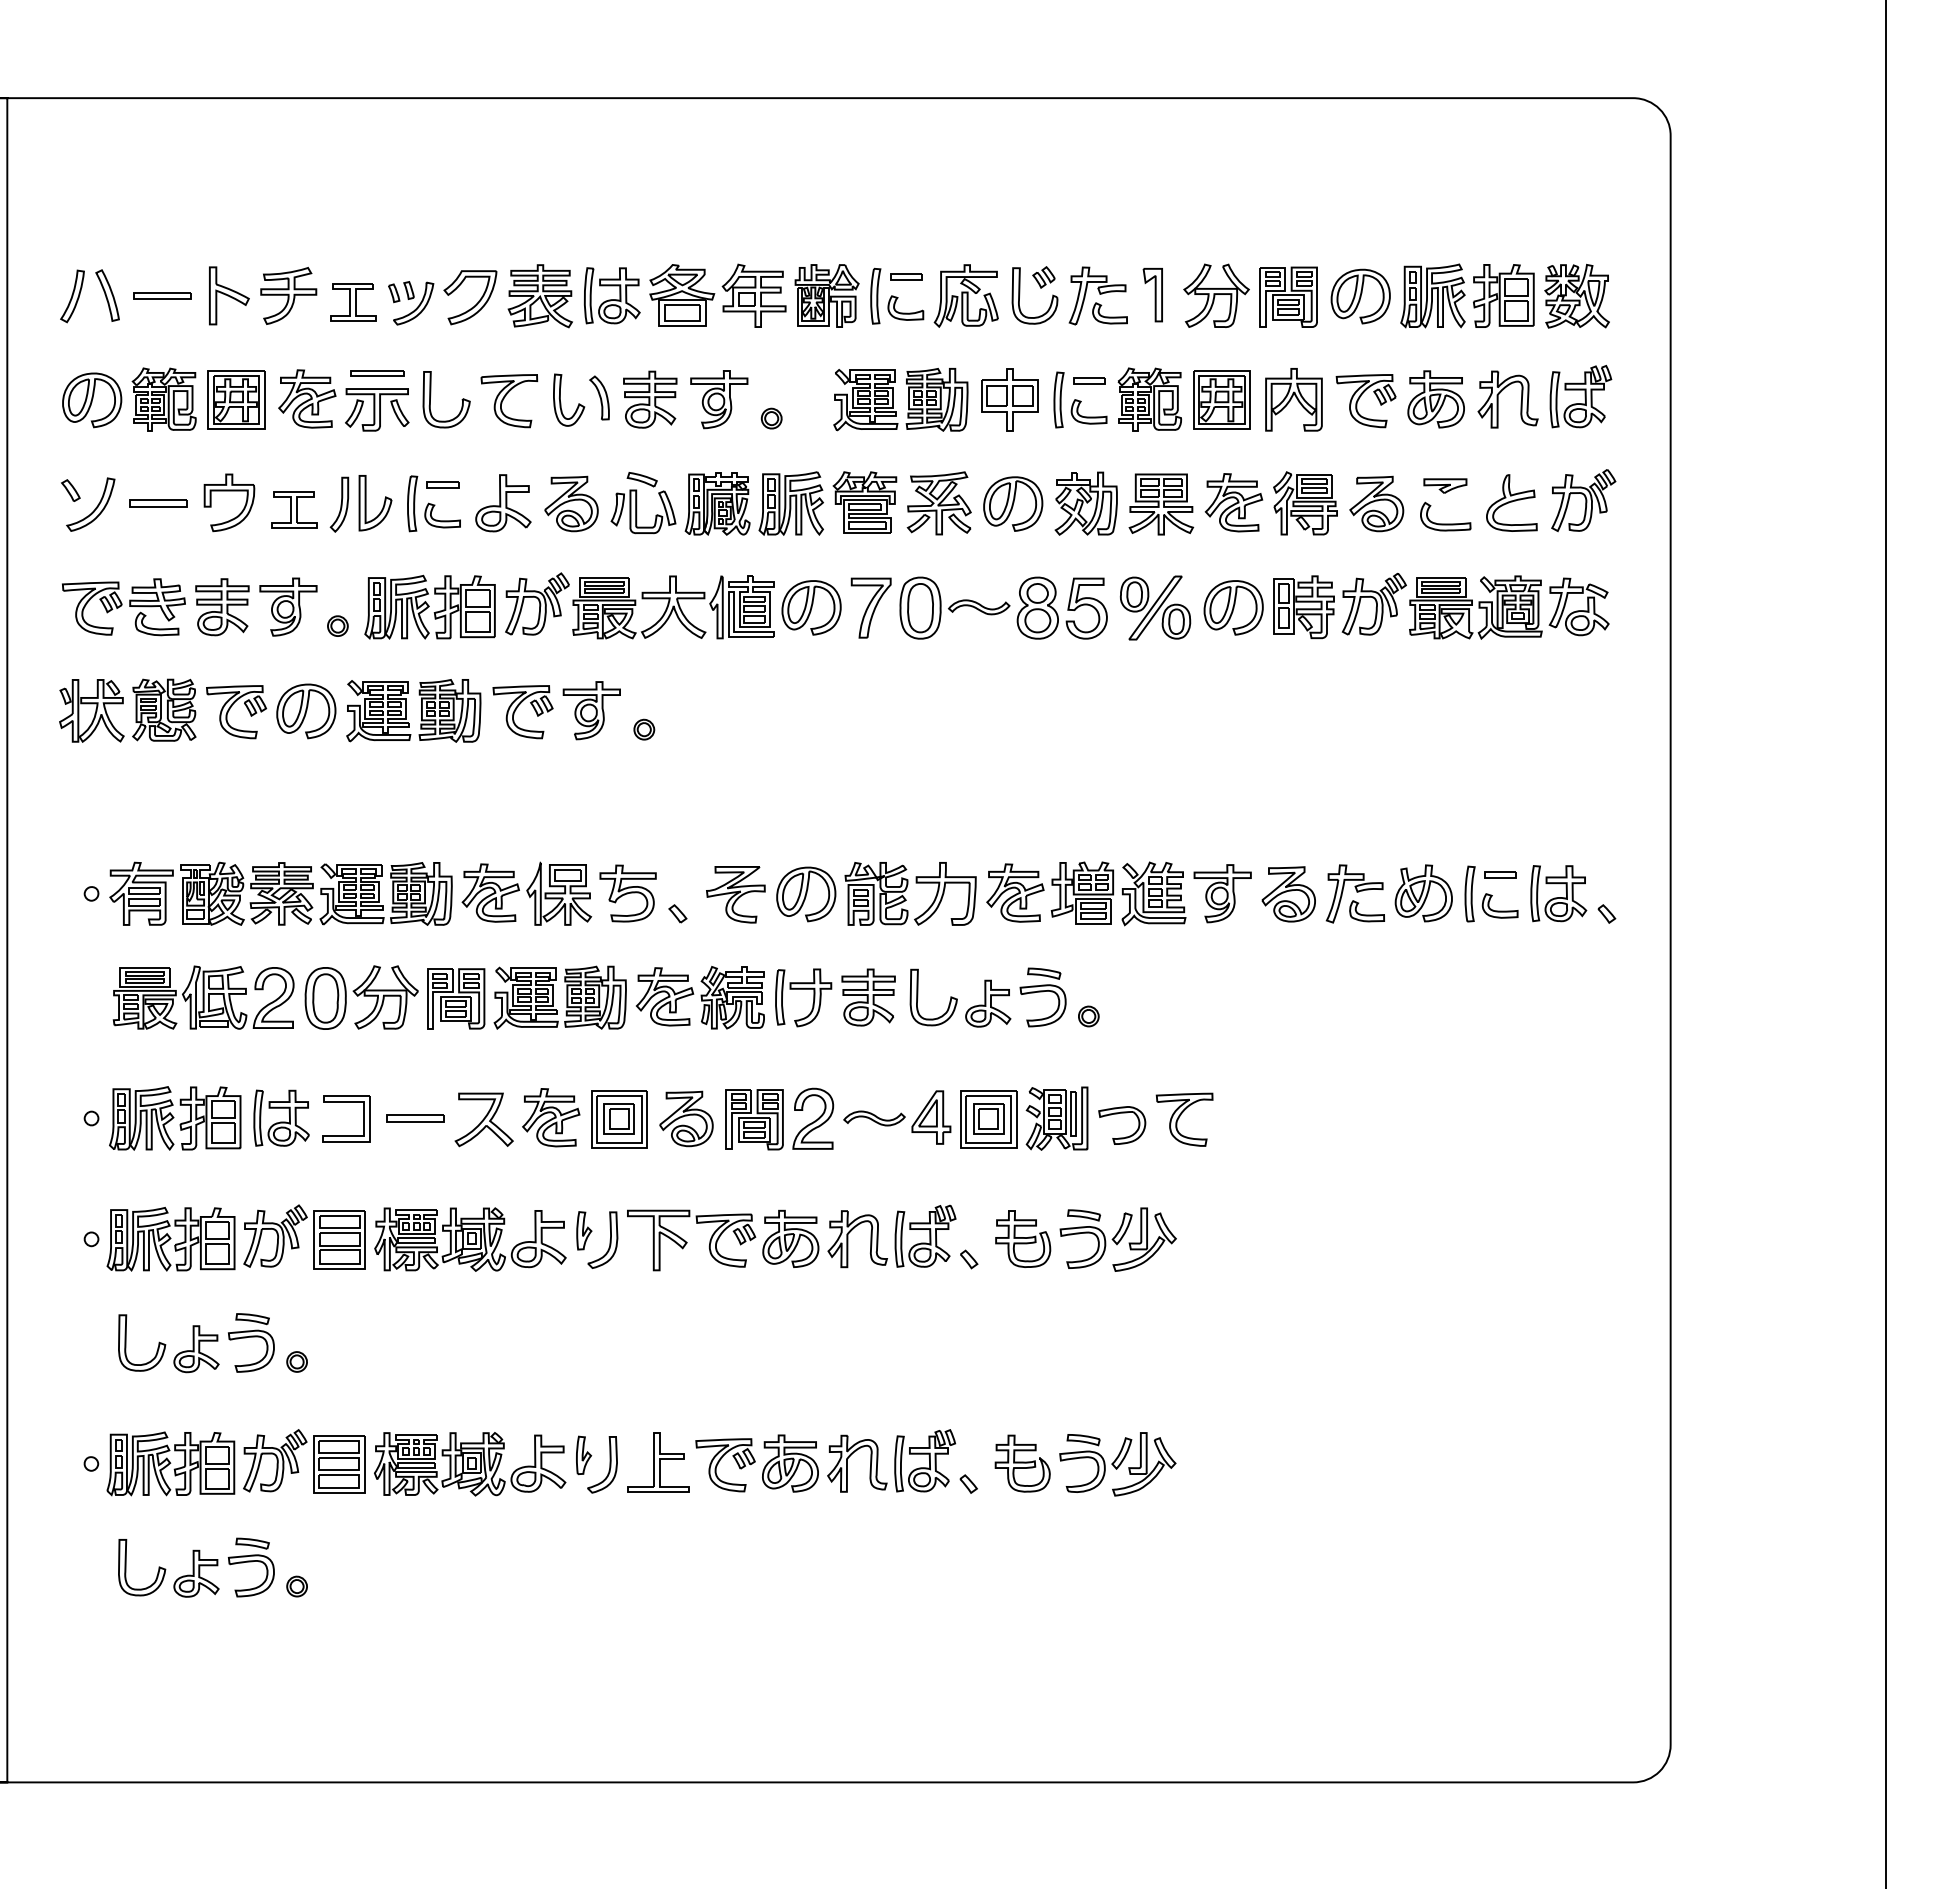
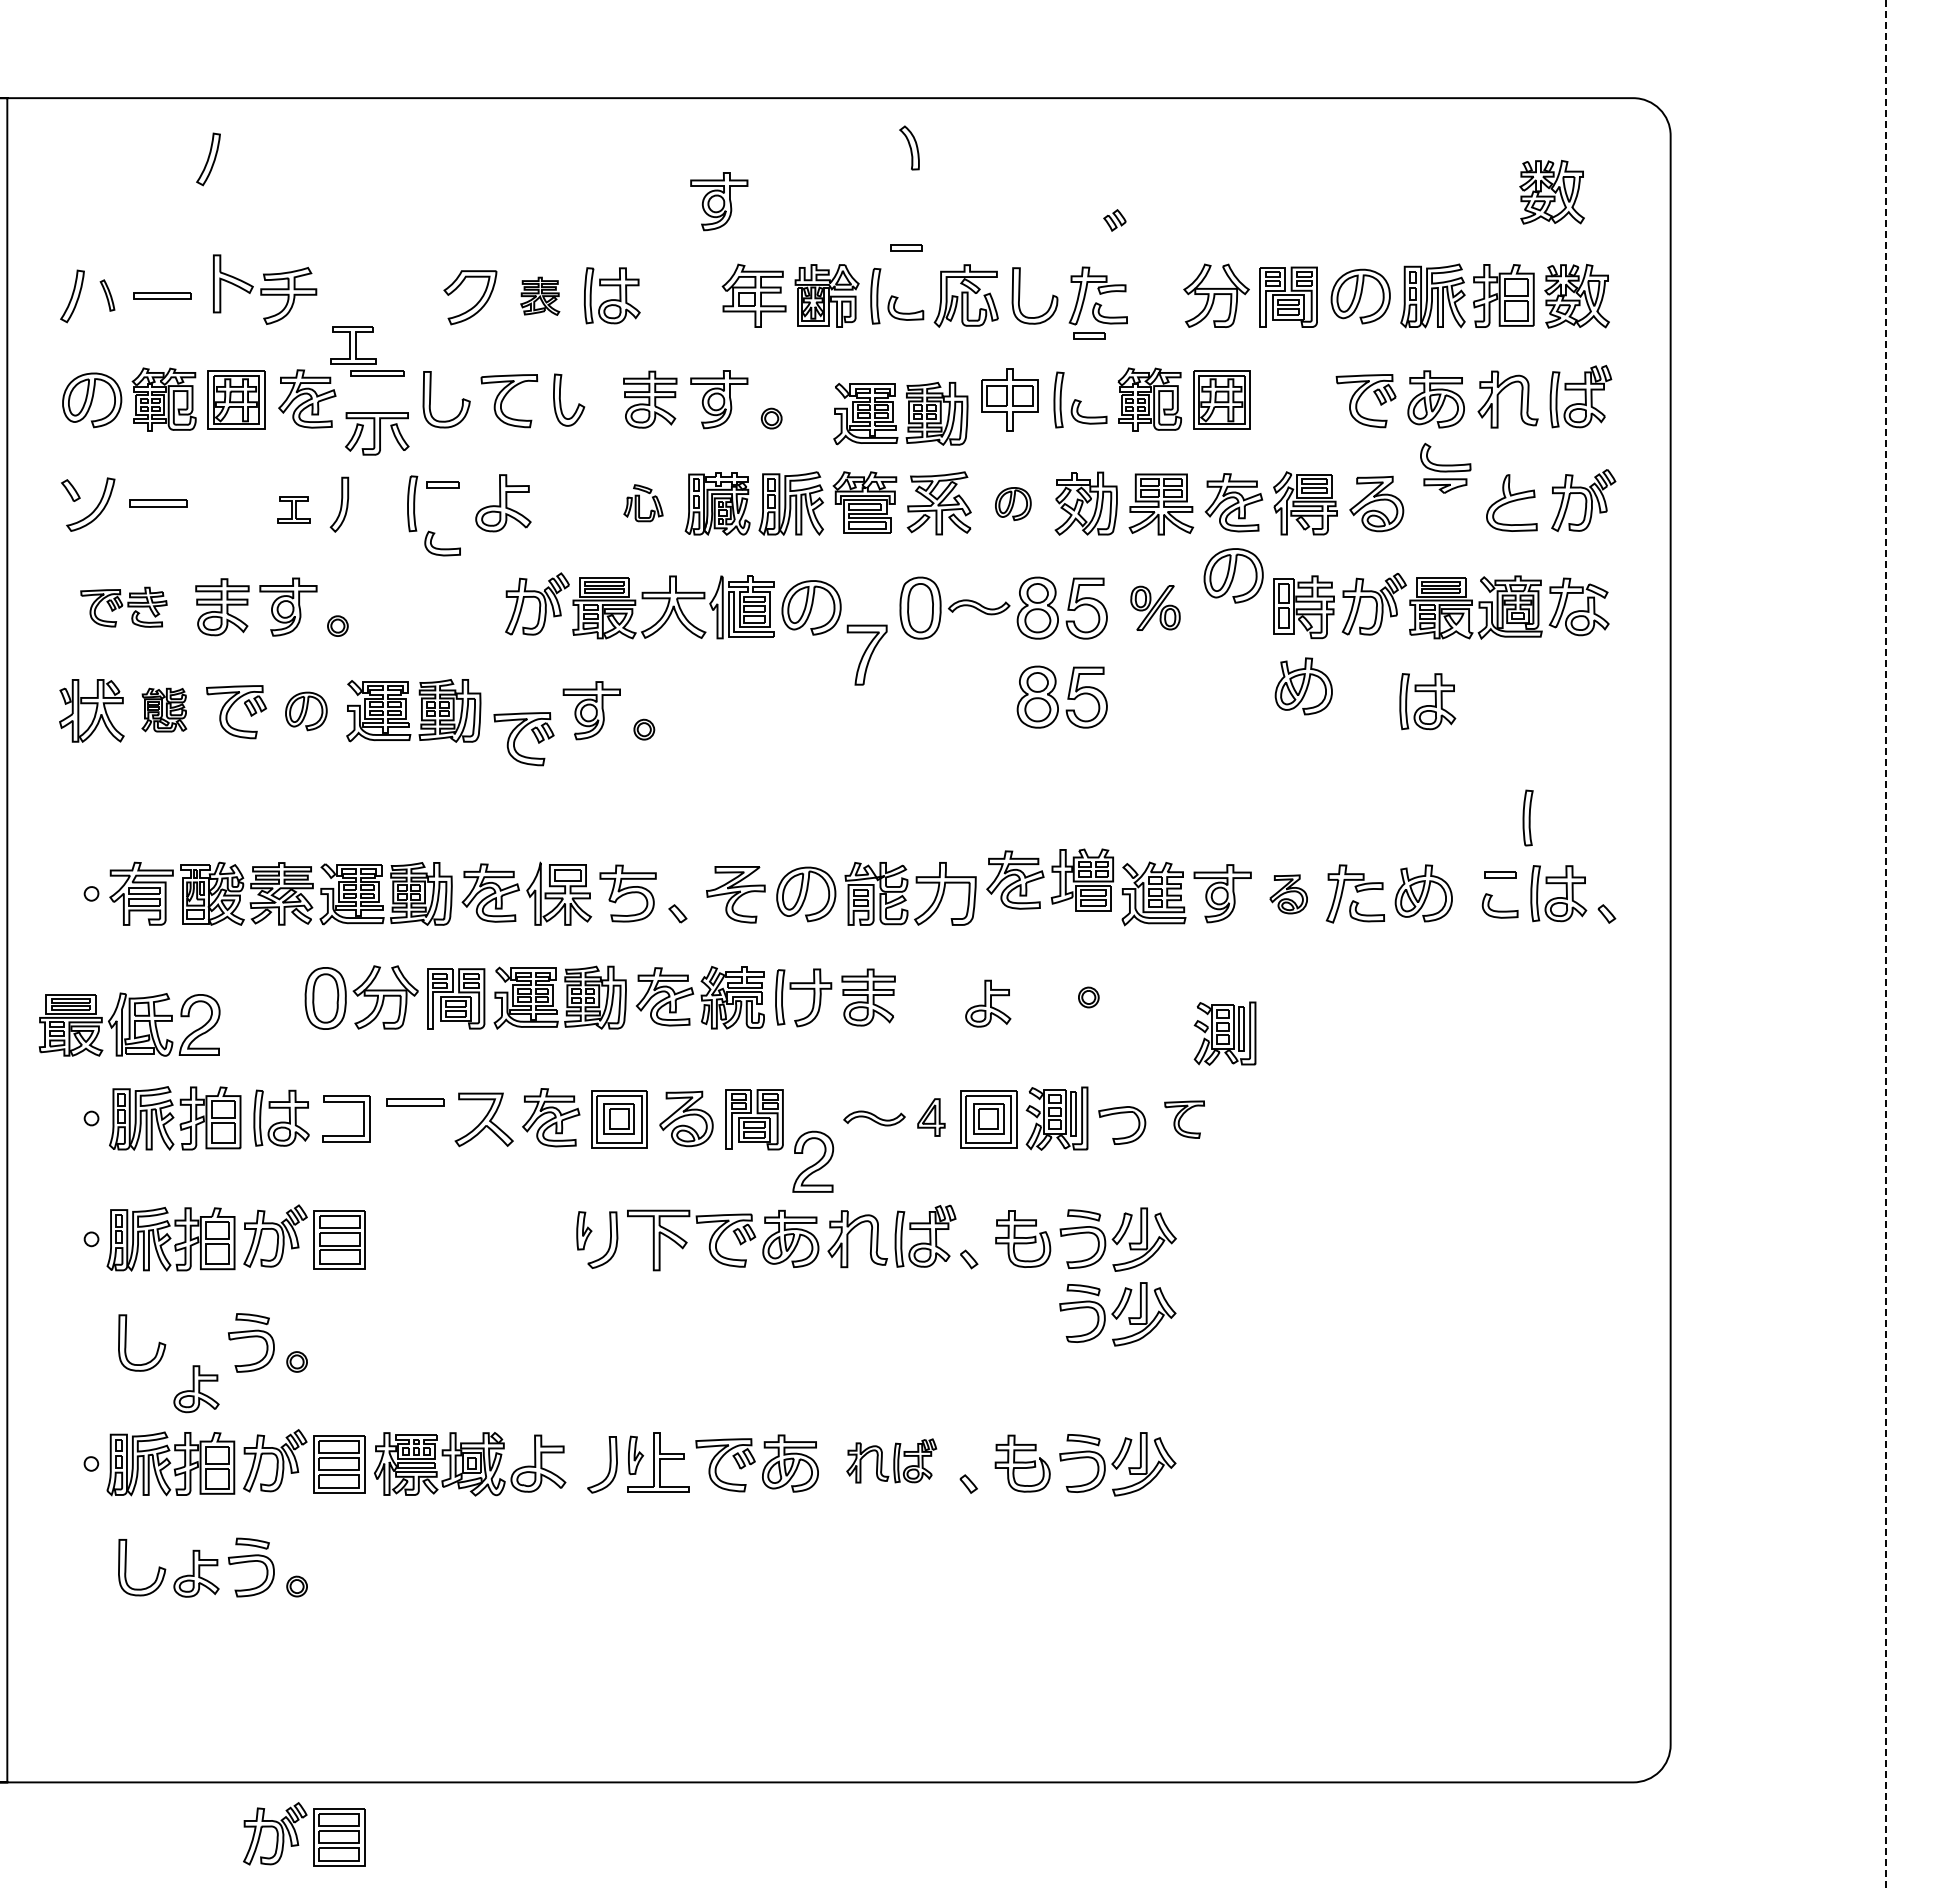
part at (208, 159): none -> present
part at (1551, 191): none -> present
part at (719, 201): none -> present
part at (906, 276) position: (906, 276) -> (906, 247)
part at (1043, 277) position: (1043, 277) -> (1114, 220)
part at (107, 295) size: 25x53 px -> 17x33 px
part at (229, 295) position: (229, 295) -> (233, 283)
part at (682, 295): present -> none
part at (1152, 295): present -> none
part at (539, 296) size: 66x65 px -> 41x40 px
part at (353, 302) position: (353, 302) -> (353, 345)
part at (411, 303): present -> none
part at (1089, 380) position: (1089, 380) -> (1089, 335)
part at (599, 397) position: (599, 397) -> (909, 147)
part at (893, 399) position: (893, 399) -> (893, 413)
part at (1293, 399): present -> none
part at (377, 409) position: (377, 409) -> (377, 433)
part at (229, 491): present -> none
part at (383, 503): present -> none
part at (571, 503): present -> none
part at (643, 503) size: 67x63 px -> 41x39 px
part at (1013, 503) size: 61x56 px -> 37x35 px
part at (294, 509) size: 47x38 px -> 34x28 px
part at (442, 515) position: (442, 515) -> (442, 543)
part at (1445, 523) position: (1445, 523) -> (1445, 464)
part at (429, 606): present -> none
part at (123, 607) size: 124x59 px -> 88x42 px
part at (870, 607) position: (870, 607) -> (866, 654)
part at (1155, 607) size: 73x66 px -> 51x46 px
part at (1233, 607) position: (1233, 607) -> (1233, 575)
part at (1303, 686): none -> present
part at (1061, 696): none -> present
part at (1427, 701): none -> present
part at (164, 709) size: 65x64 px -> 47x46 px
part at (516, 710) position: (516, 710) -> (517, 737)
part at (306, 711) size: 61x57 px -> 43x41 px
part at (1049, 892) position: (1049, 892) -> (1049, 879)
part at (1469, 893) position: (1469, 893) -> (1527, 817)
part at (1288, 894) size: 55x57 px -> 39x41 px
line at (1885, 944): solid -> dashed
part at (203, 997) position: (203, 997) -> (129, 1024)
part at (918, 997): present -> none
part at (1042, 997): present -> none
part at (1088, 1016) position: (1088, 1016) -> (1088, 997)
part at (1224, 1033): none -> present
part at (931, 1117) size: 41x55 px -> 29x39 px
part at (415, 1118) position: (415, 1118) -> (415, 1102)
part at (813, 1118) position: (813, 1118) -> (813, 1161)
part at (1184, 1119) size: 59x55 px -> 41x39 px
part at (470, 1239): present -> none
part at (1117, 1314): none -> present
part at (196, 1349) position: (196, 1349) -> (196, 1389)
part at (584, 1455) position: (584, 1455) -> (636, 1455)
part at (891, 1460) size: 130x64 px -> 92x46 px
part at (297, 1835): none -> present
